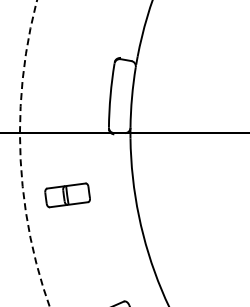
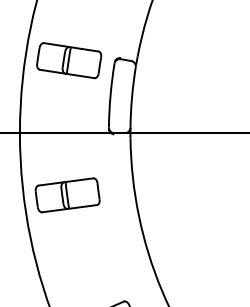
part at (69, 60): none -> present
circle at (34, 153): dashed -> solid
part at (67, 195) size: 47x27 px -> 67x37 px
